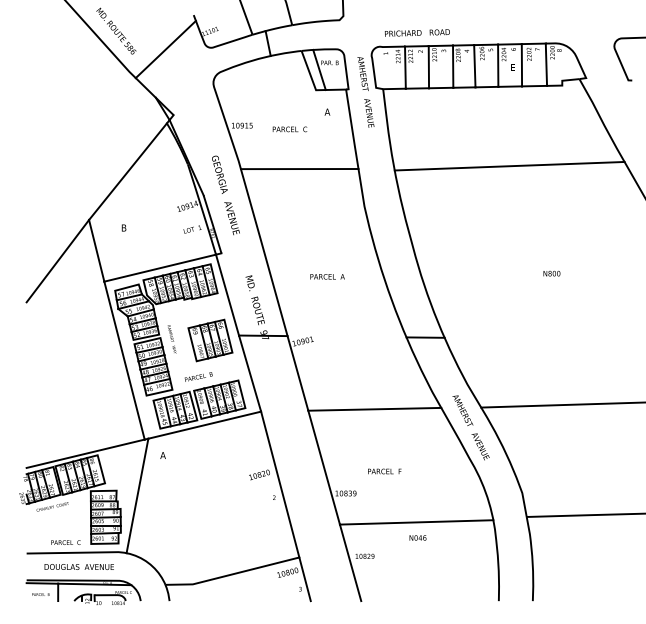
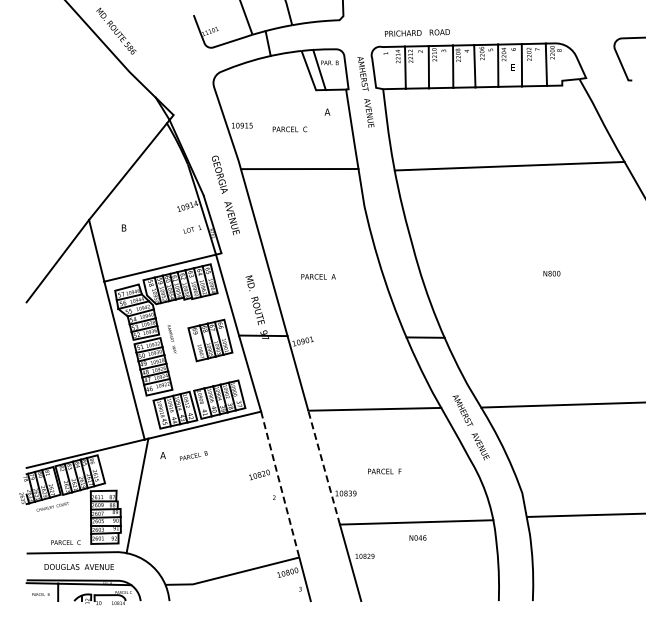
line at (165, 49): present -> none
text at (327, 276) position: (327, 276) -> (318, 276)
text at (198, 376) position: (198, 376) -> (193, 455)
line at (324, 467): solid -> dashed
line at (280, 485): solid -> dashed
